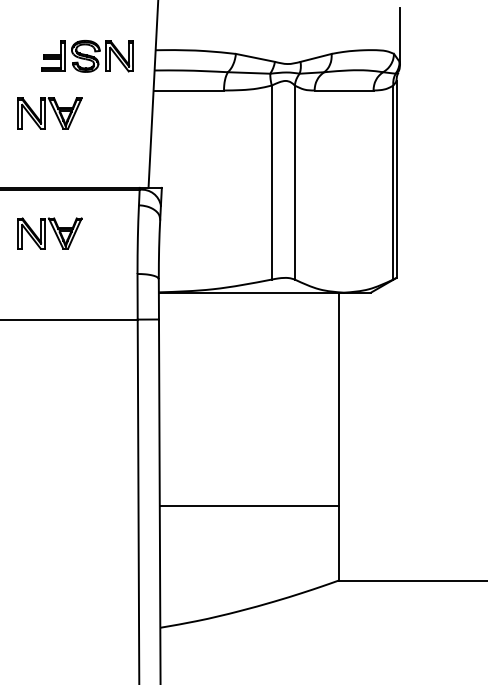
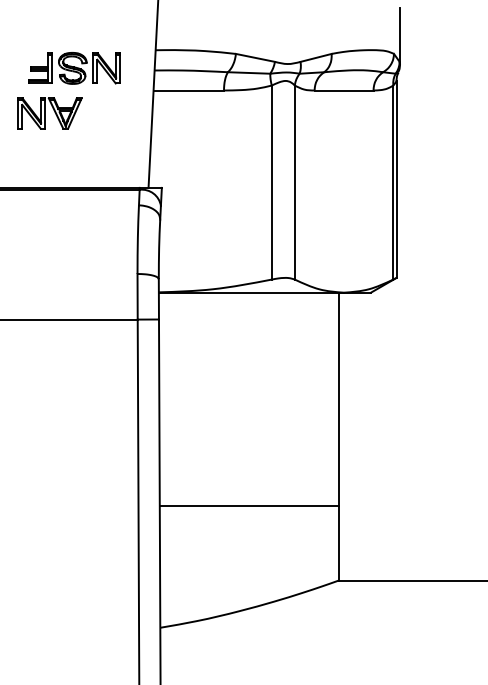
part at (87, 56) position: (87, 56) -> (74, 68)
part at (49, 233): present -> none
